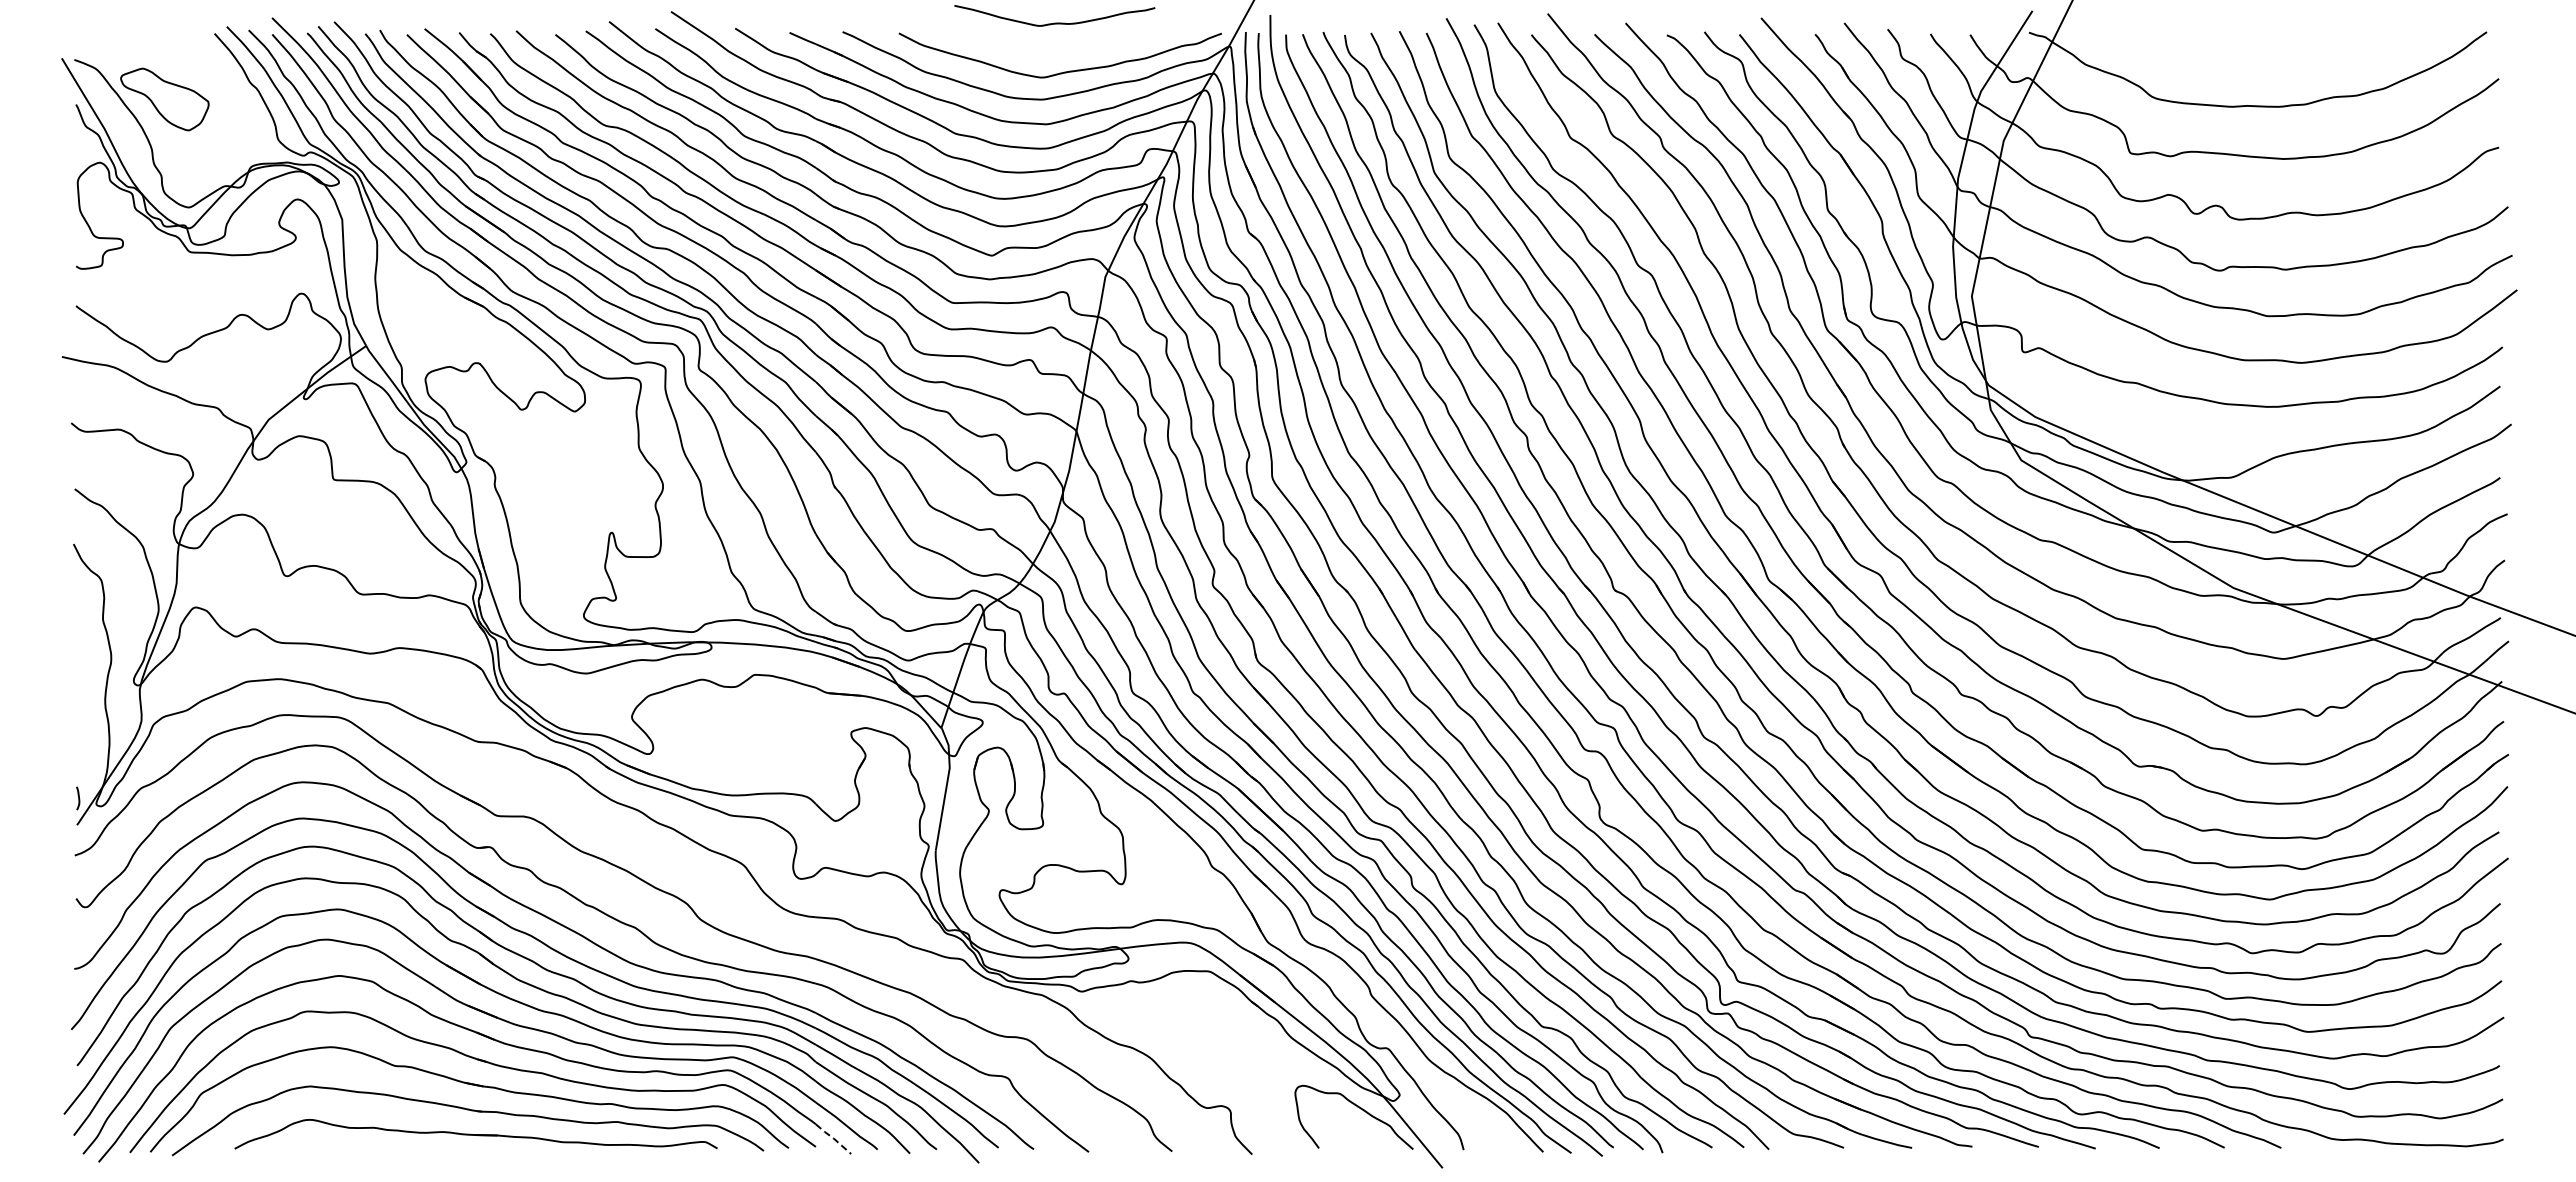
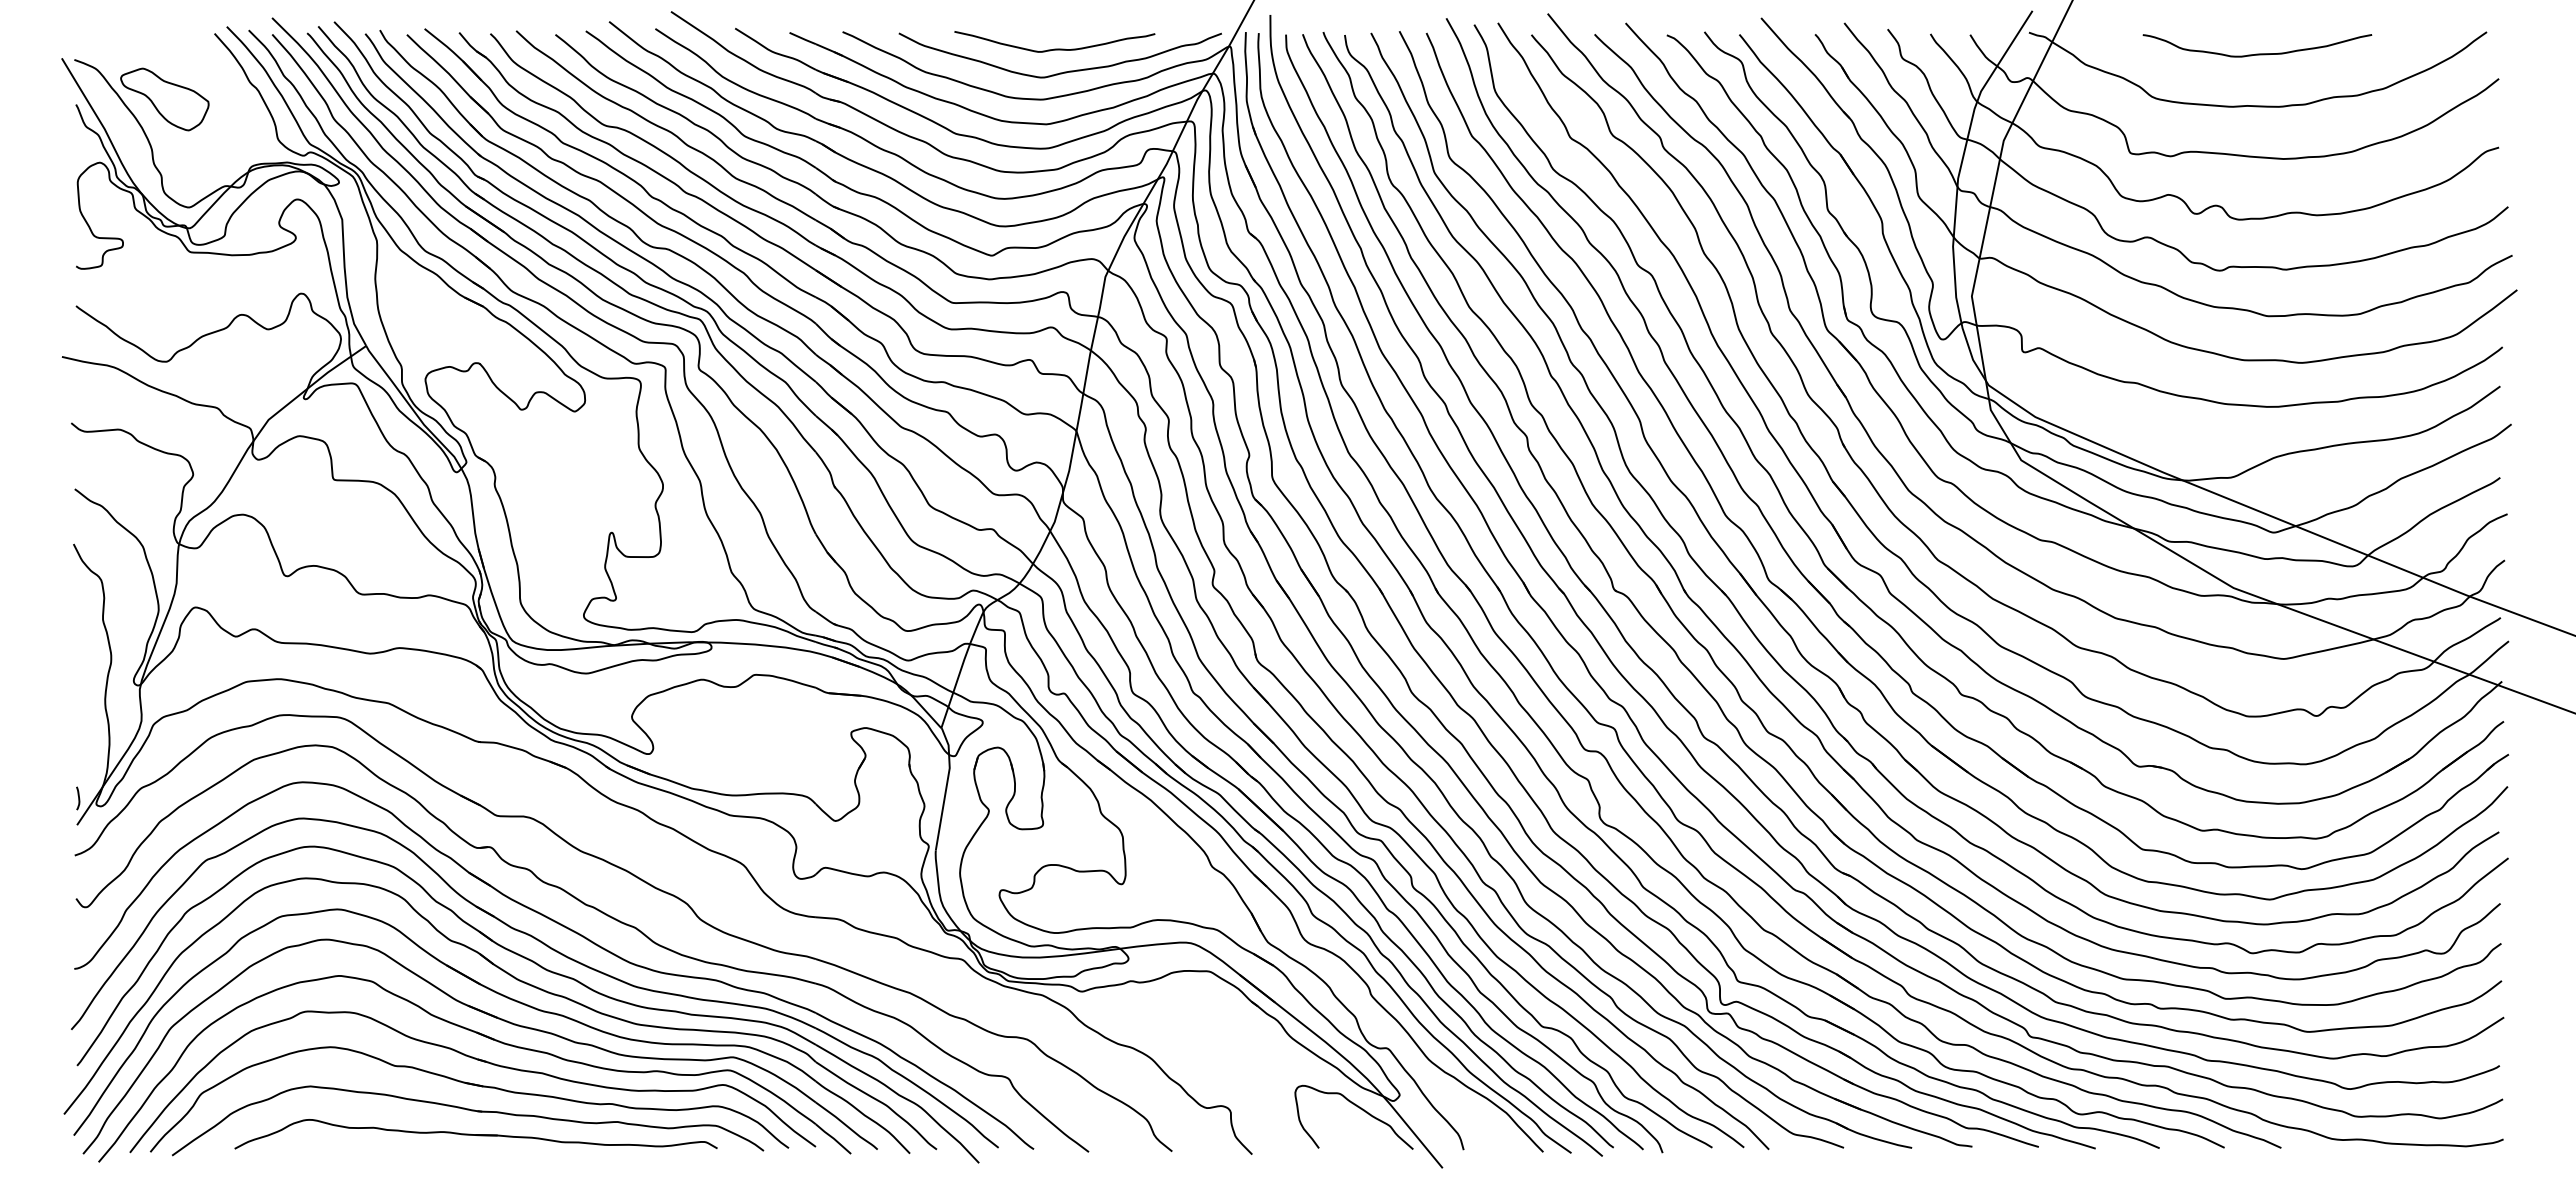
curve at (1054, 22) position: (1054, 22) -> (1054, 48)
curve at (2257, 53): none -> present
line at (833, 1138): dashed -> solid
